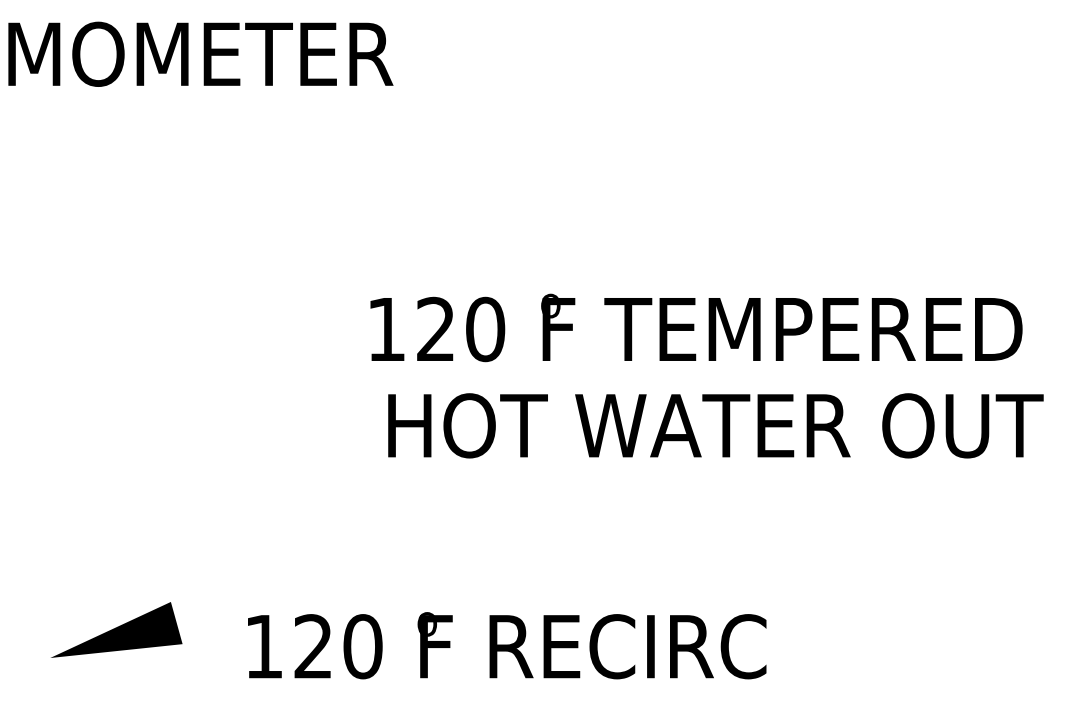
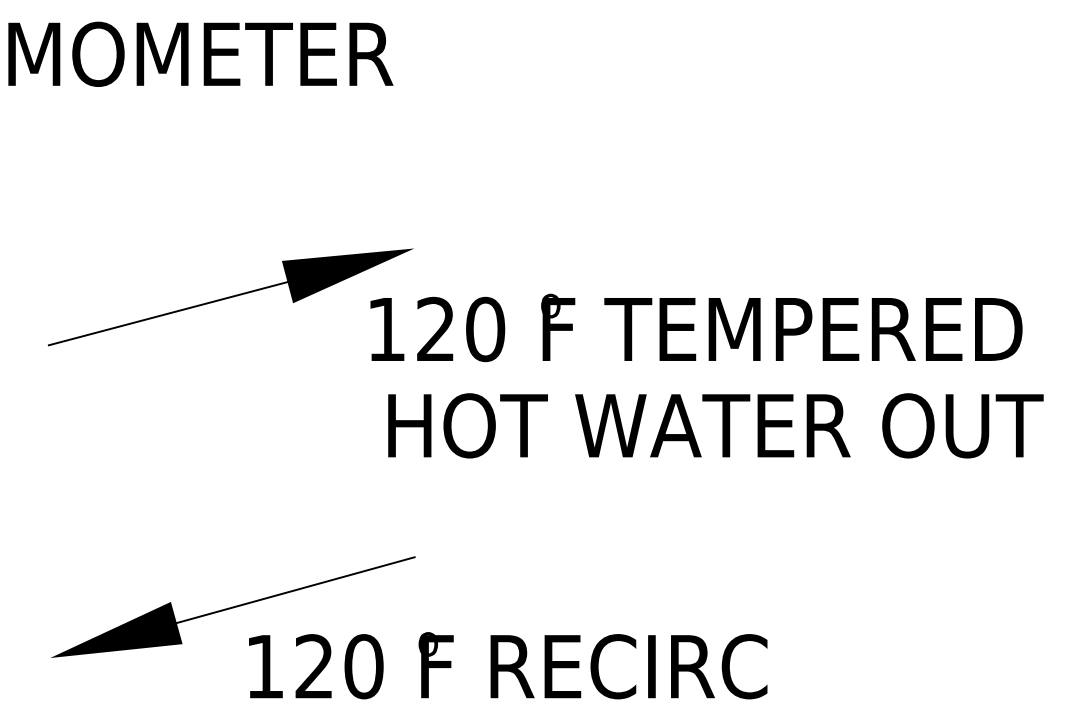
part at (230, 297): none -> present
line at (295, 590): none -> present
text at (507, 645) position: (507, 645) -> (508, 665)
